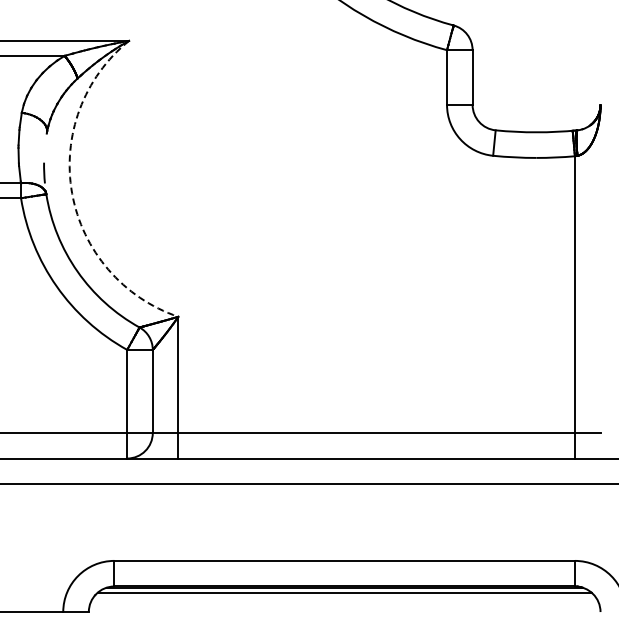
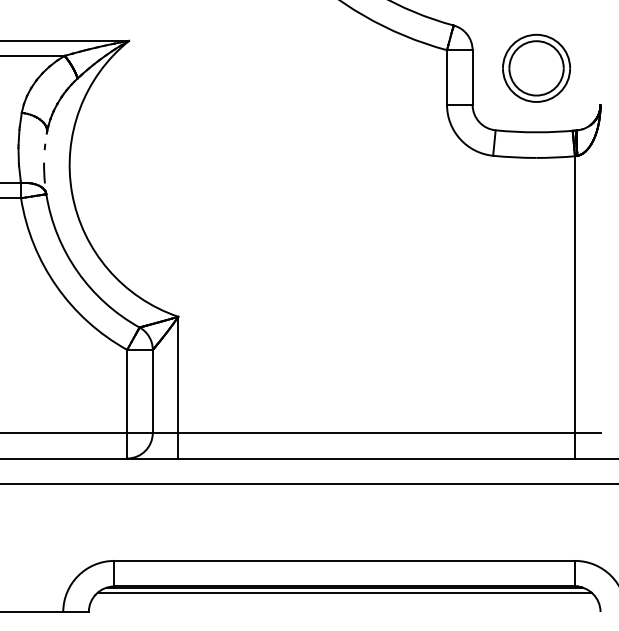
part at (536, 67): none -> present
arc at (44, 146): none -> present
arc at (72, 193): dashed -> solid
